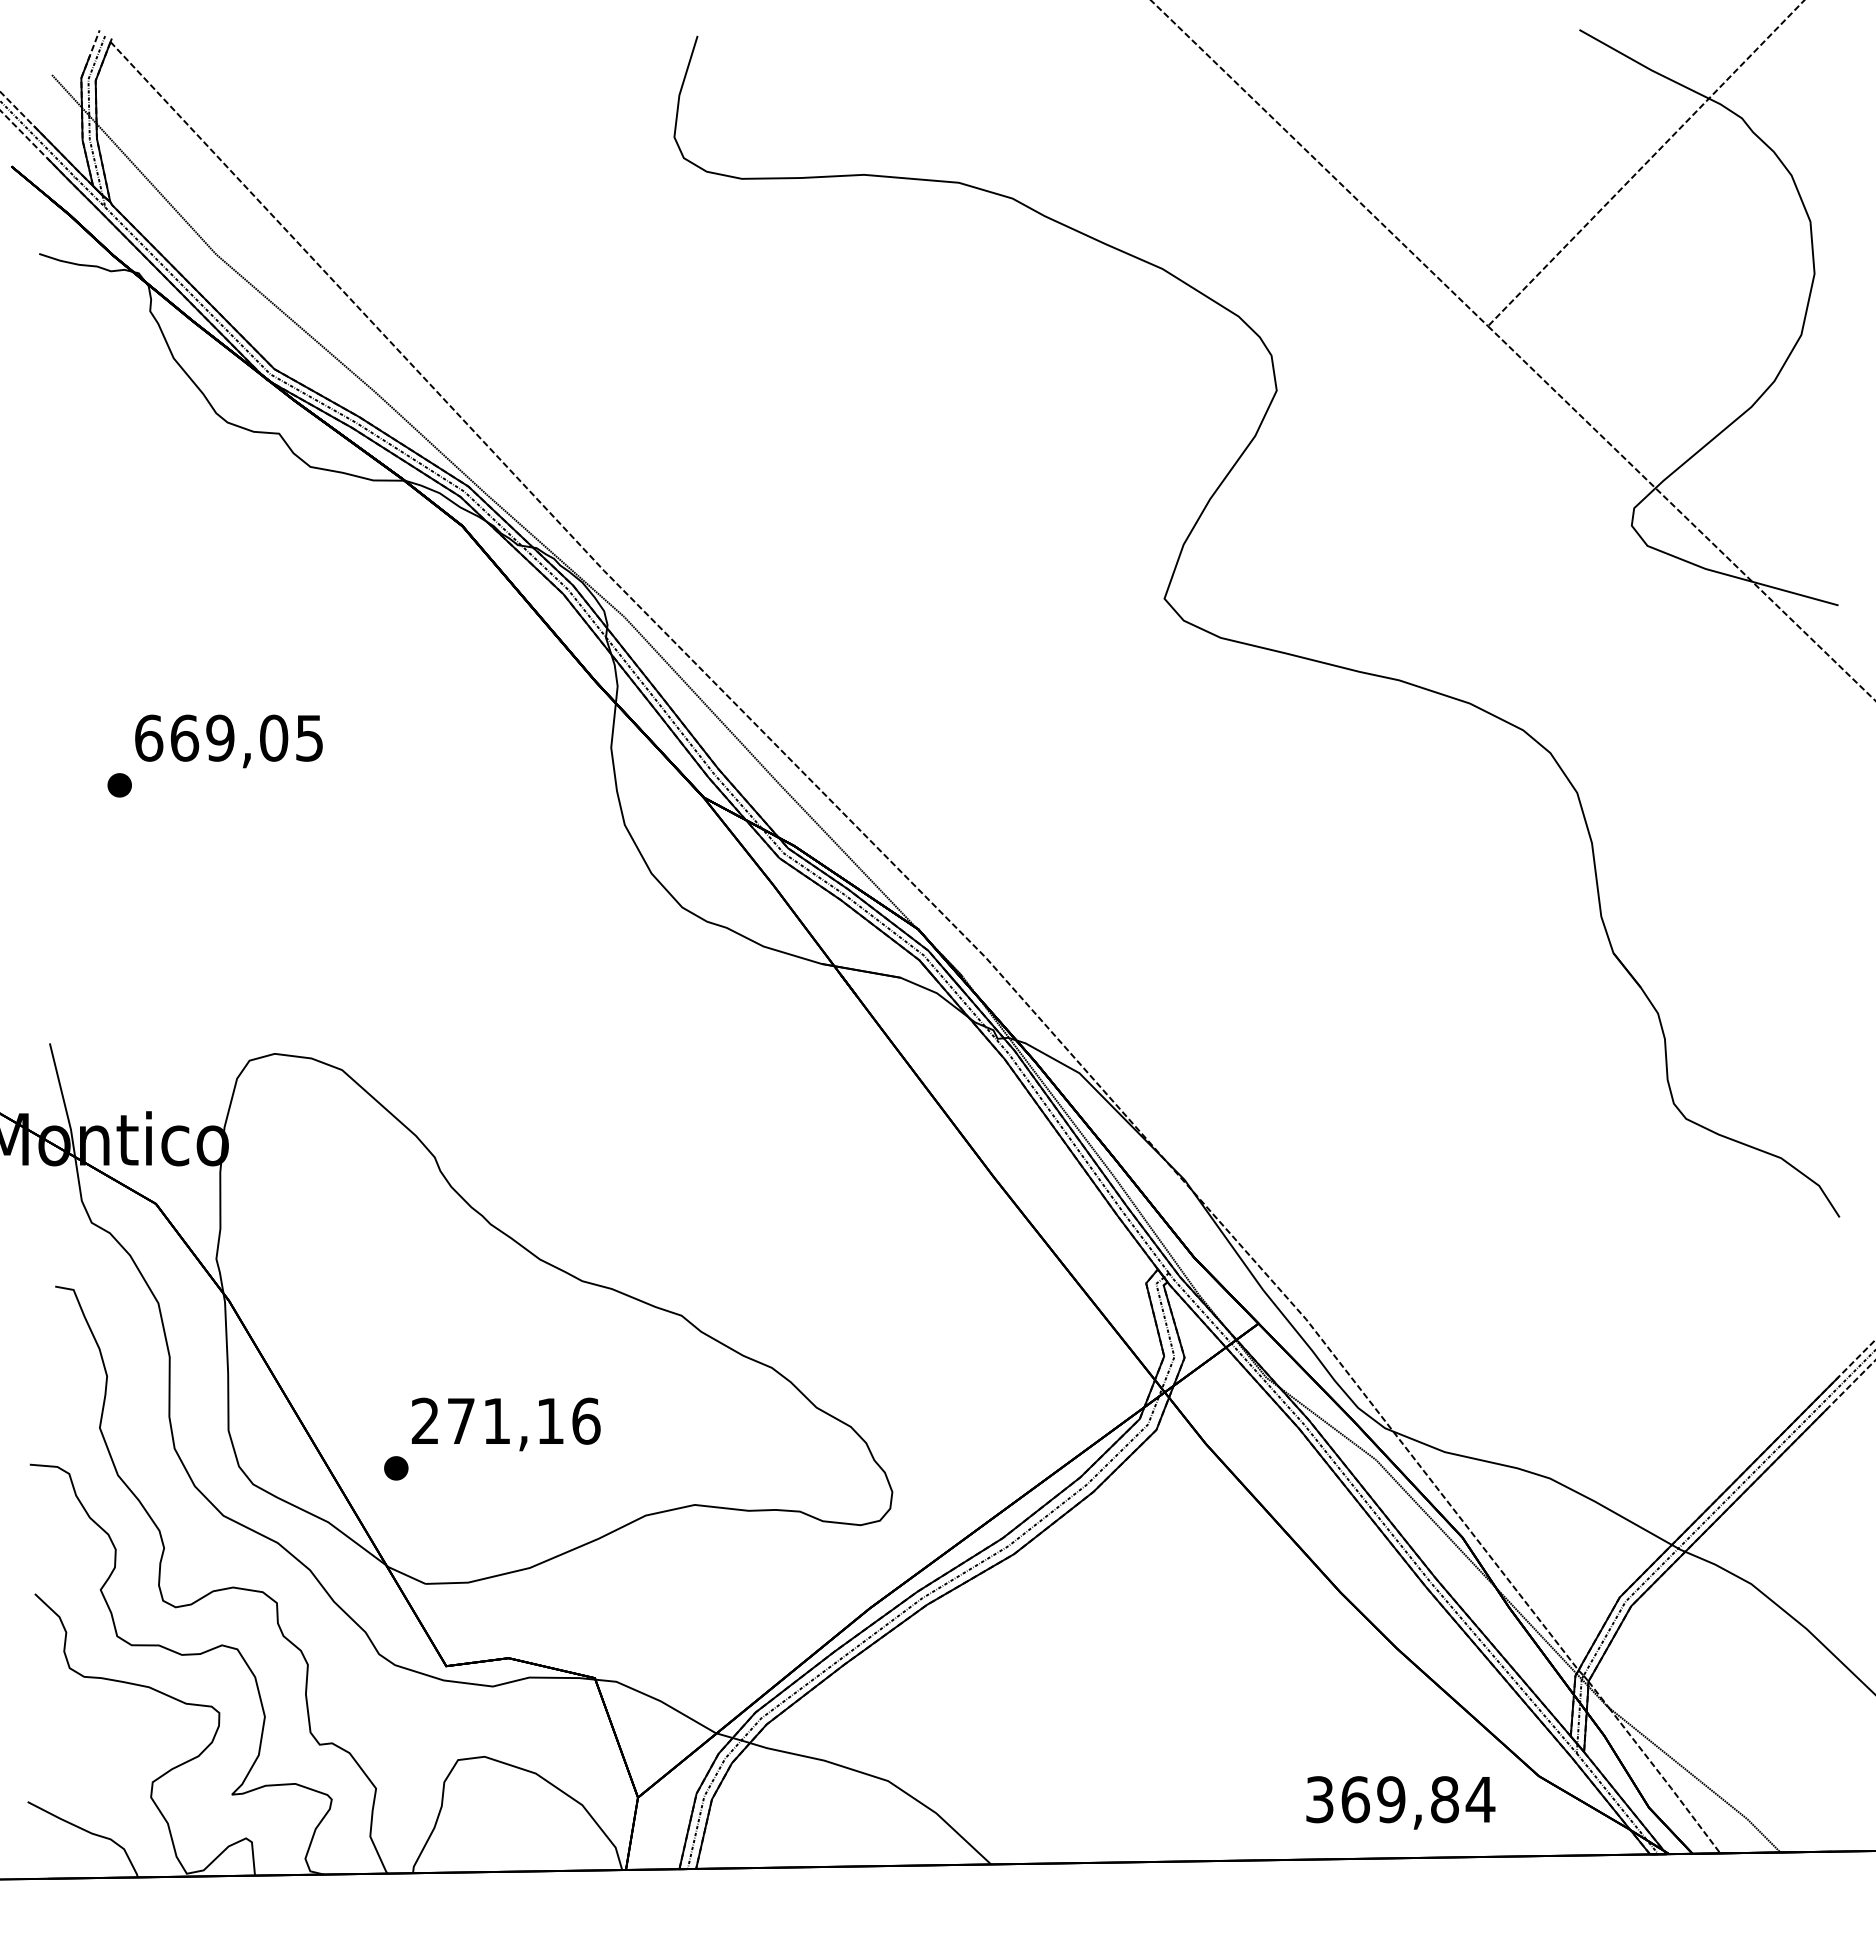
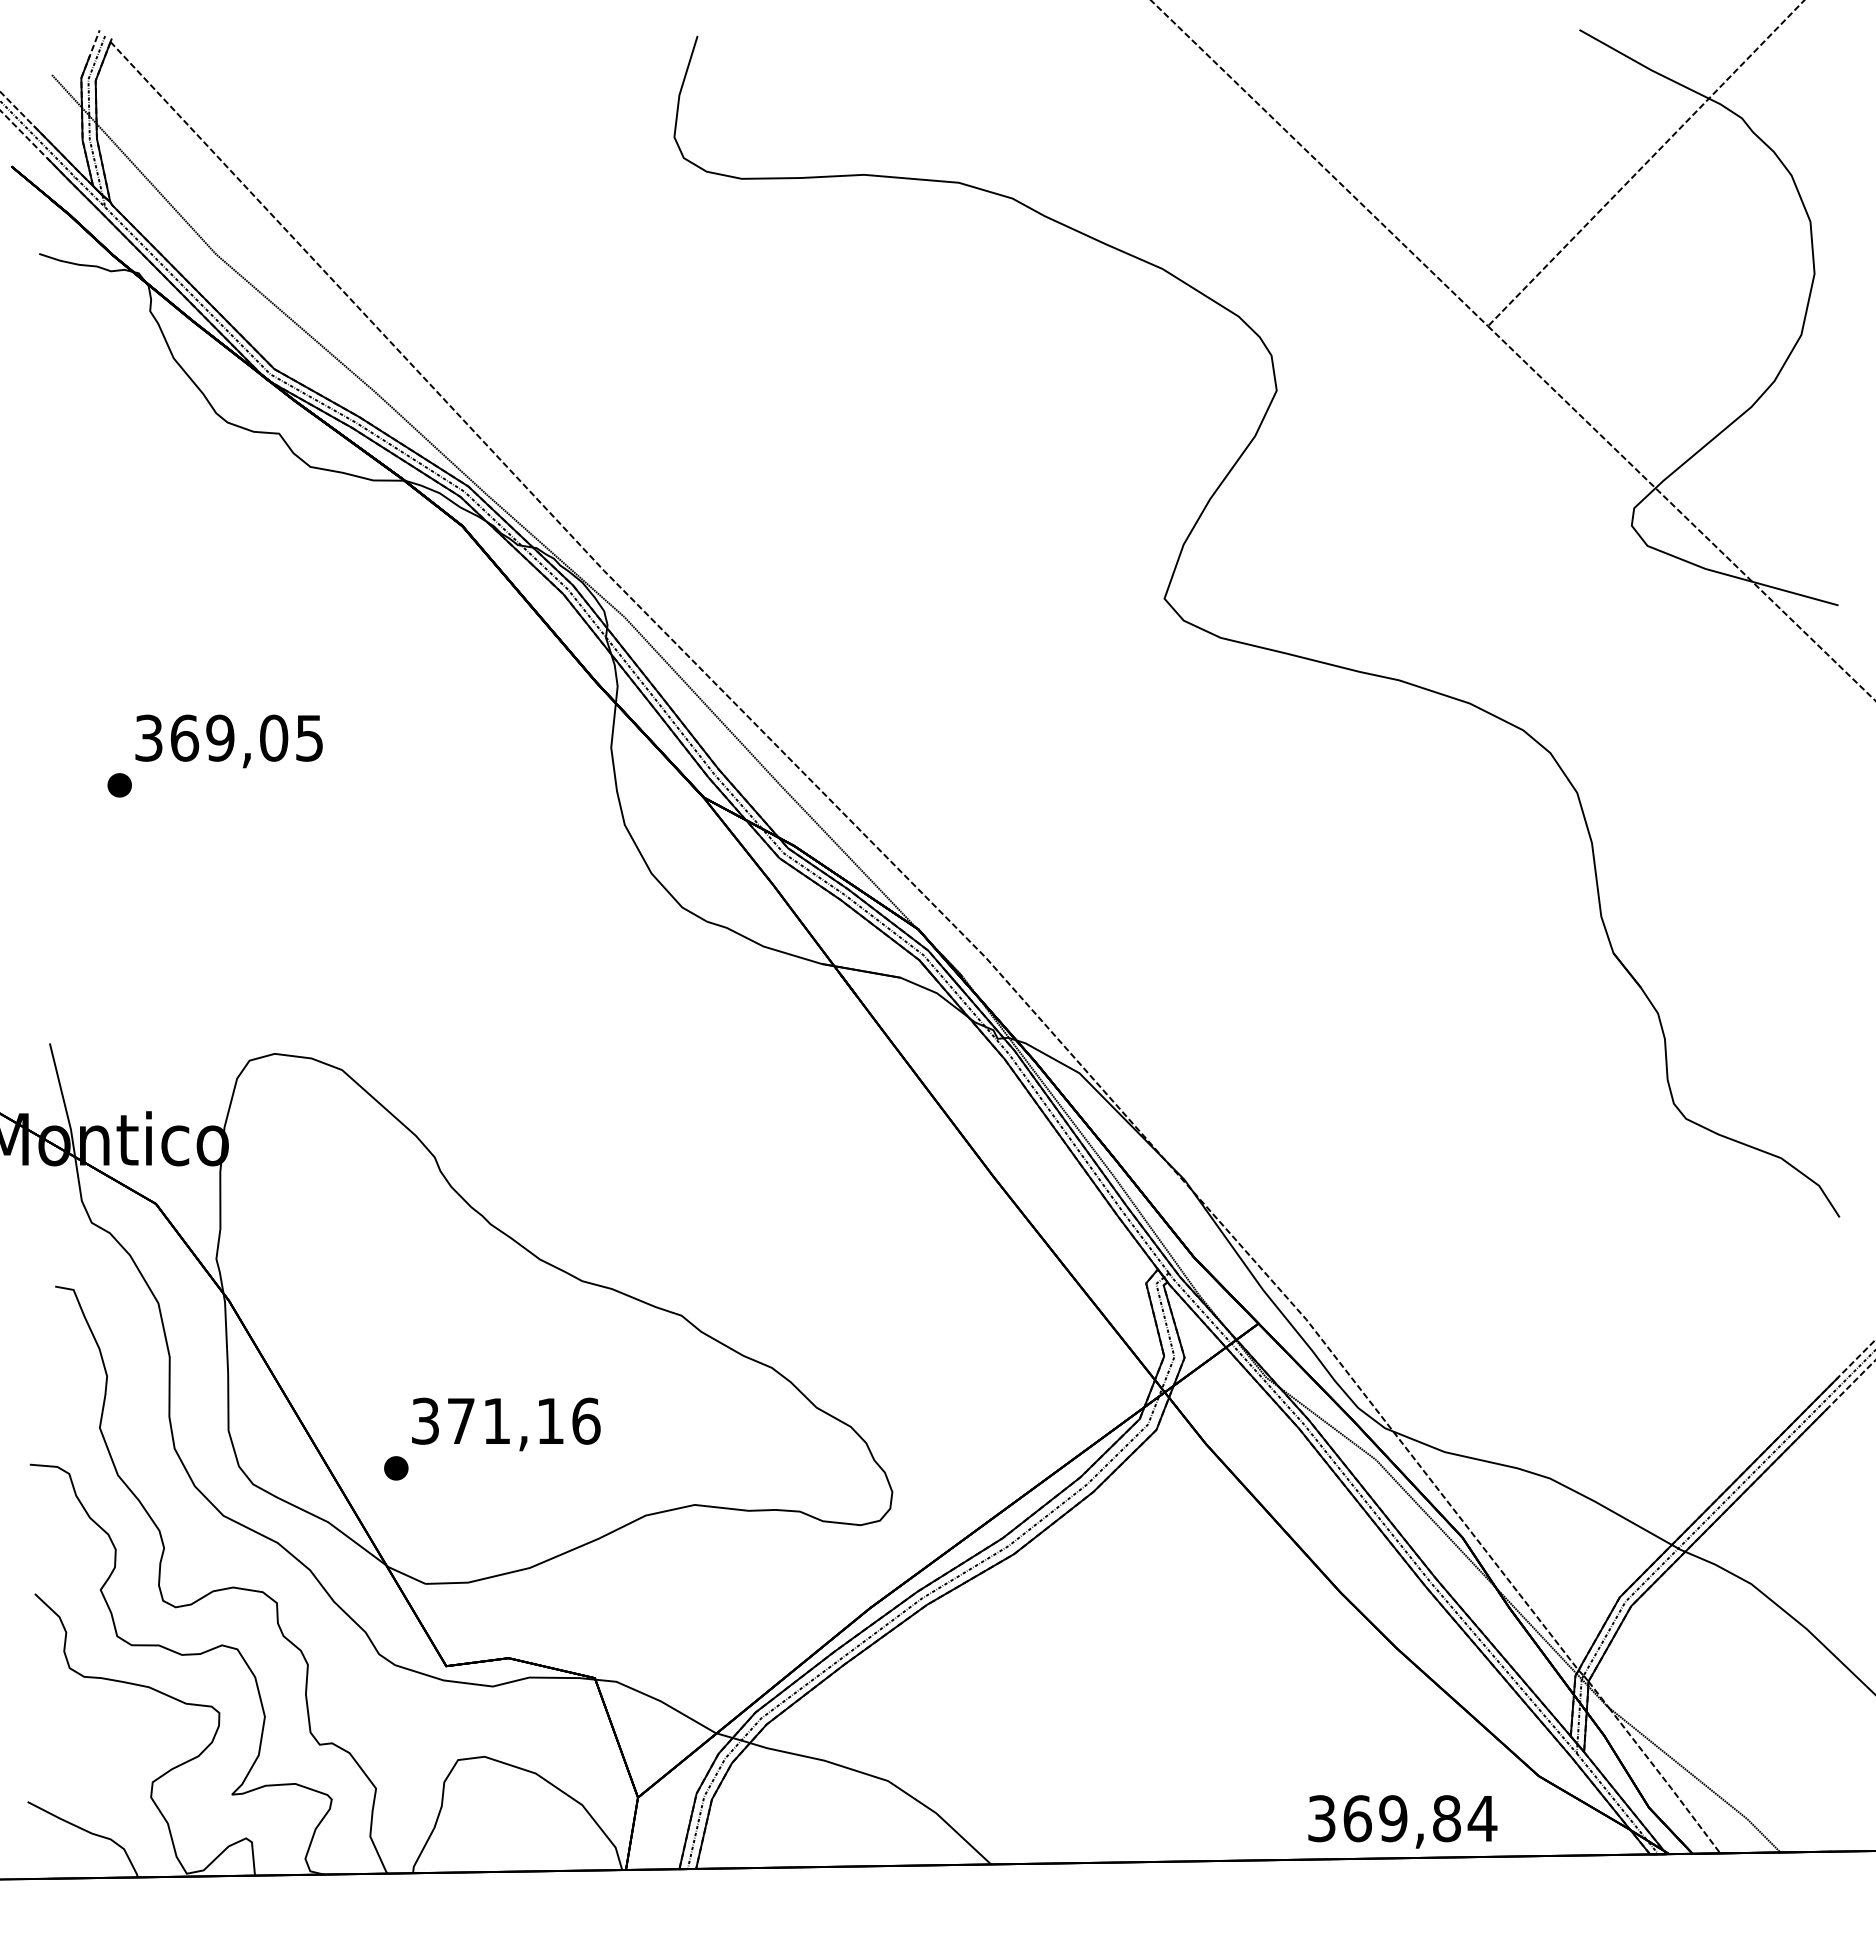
text at (149, 737): 669,05 -> 369,05
text at (424, 1421): 271,16 -> 371,16
text at (1400, 1802) position: (1400, 1802) -> (1402, 1821)
